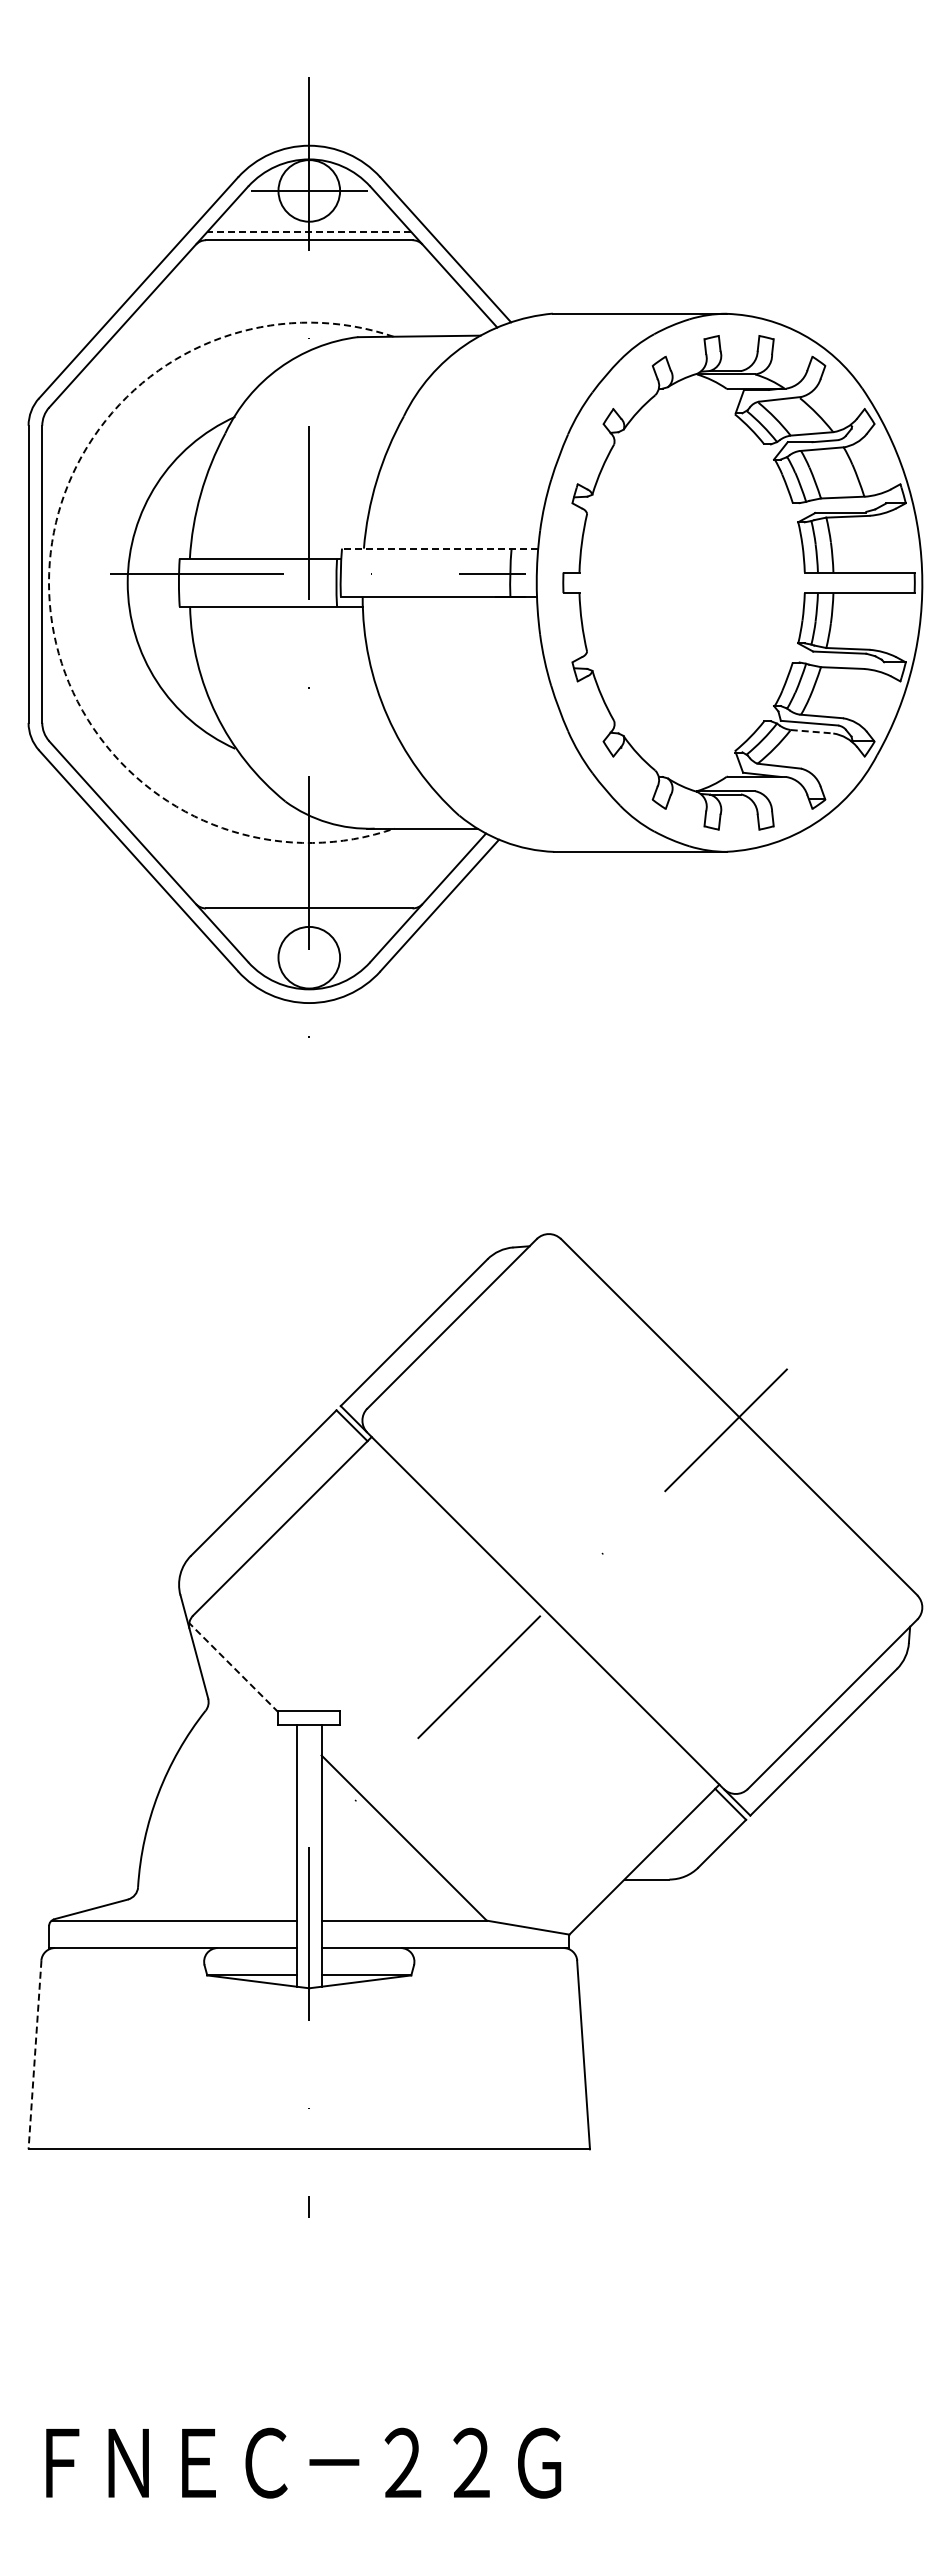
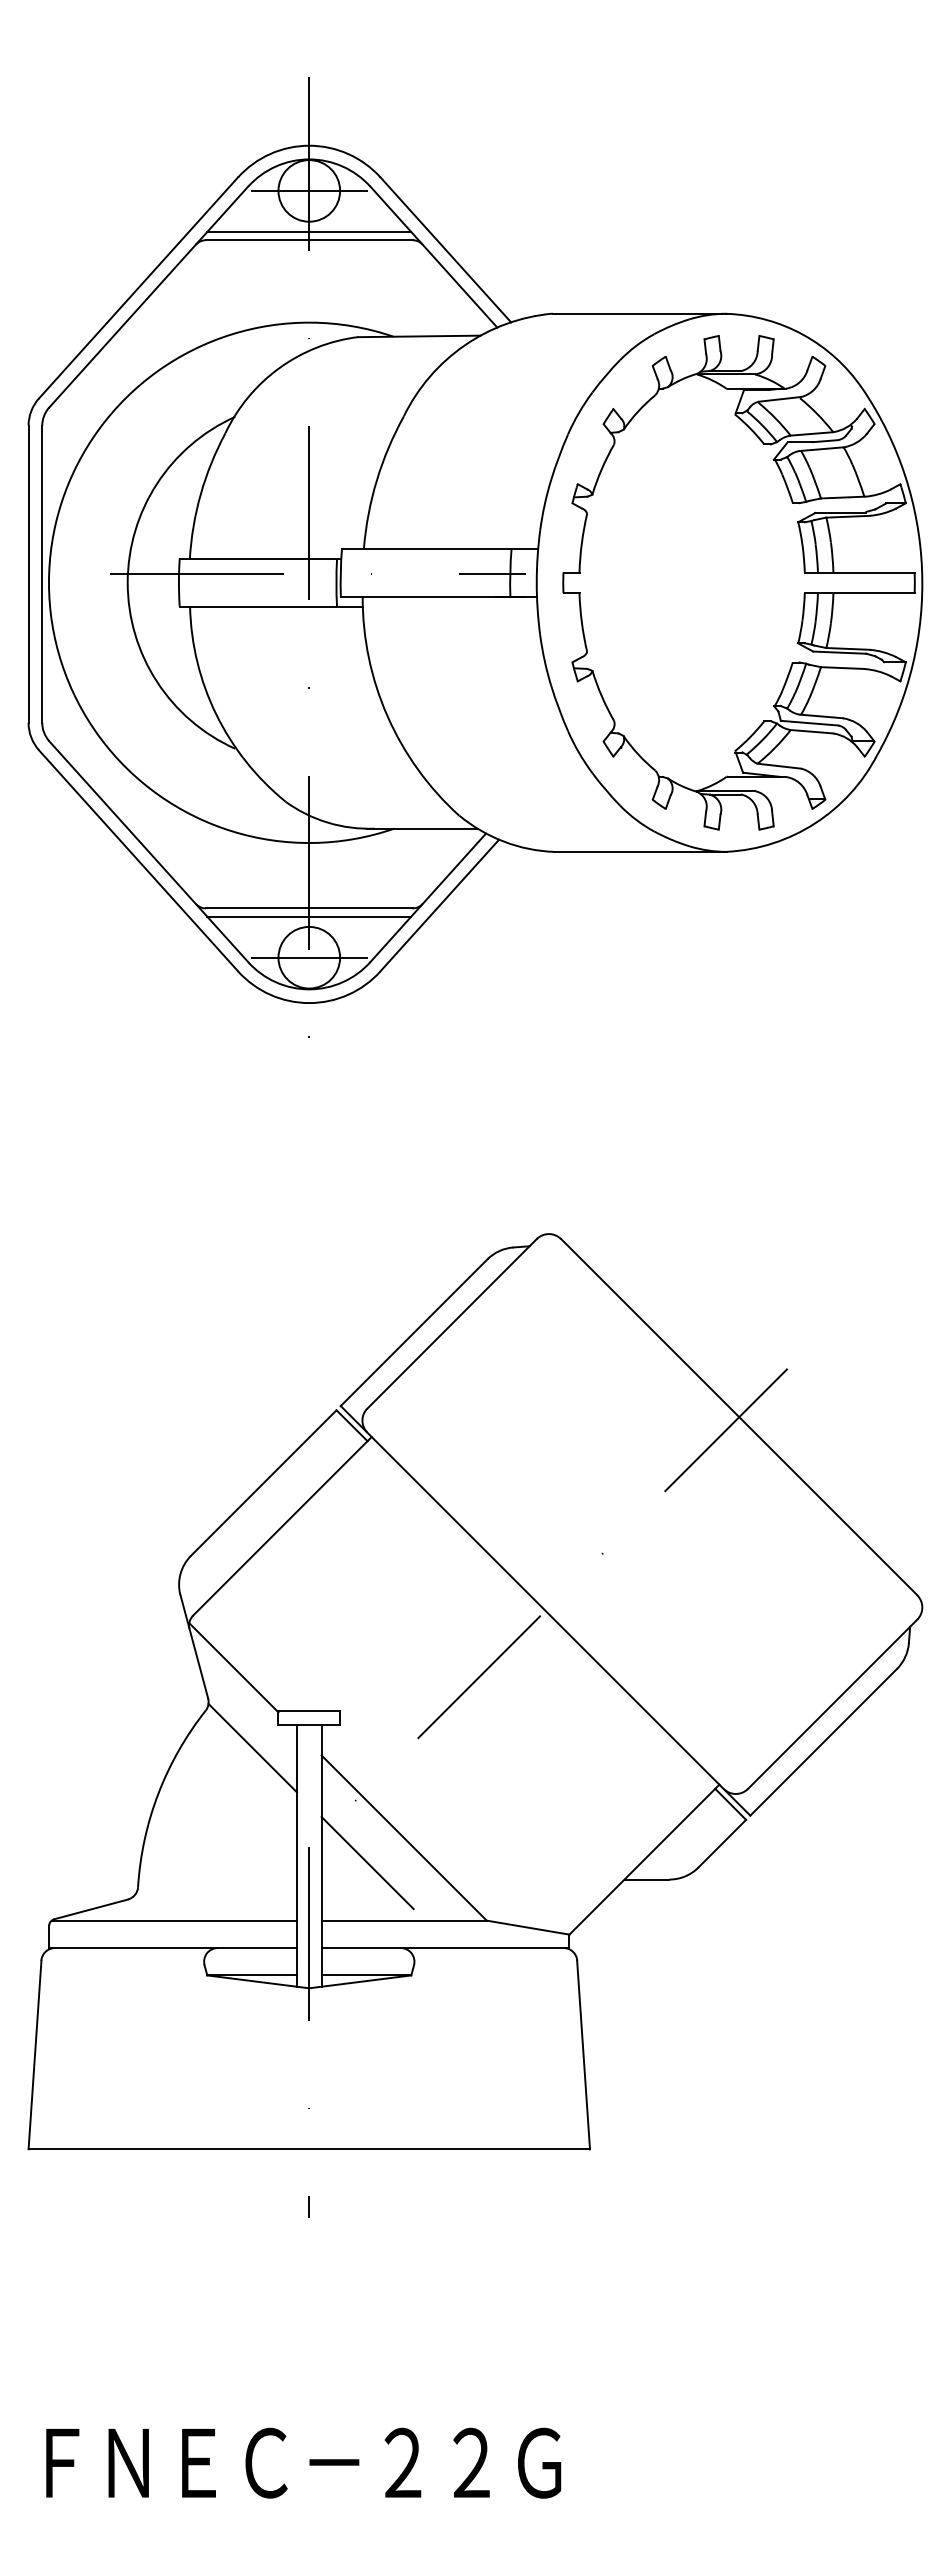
line at (308, 232): dashed -> solid
line at (439, 548): dashed -> solid
arc at (48, 583): dashed -> solid
line at (812, 731): dashed -> solid
line at (309, 916): none -> present
line at (309, 957): none -> present
line at (233, 1667): dashed -> solid
line at (252, 1747): none -> present
line at (367, 1863): none -> present
line at (34, 2055): dashed -> solid
